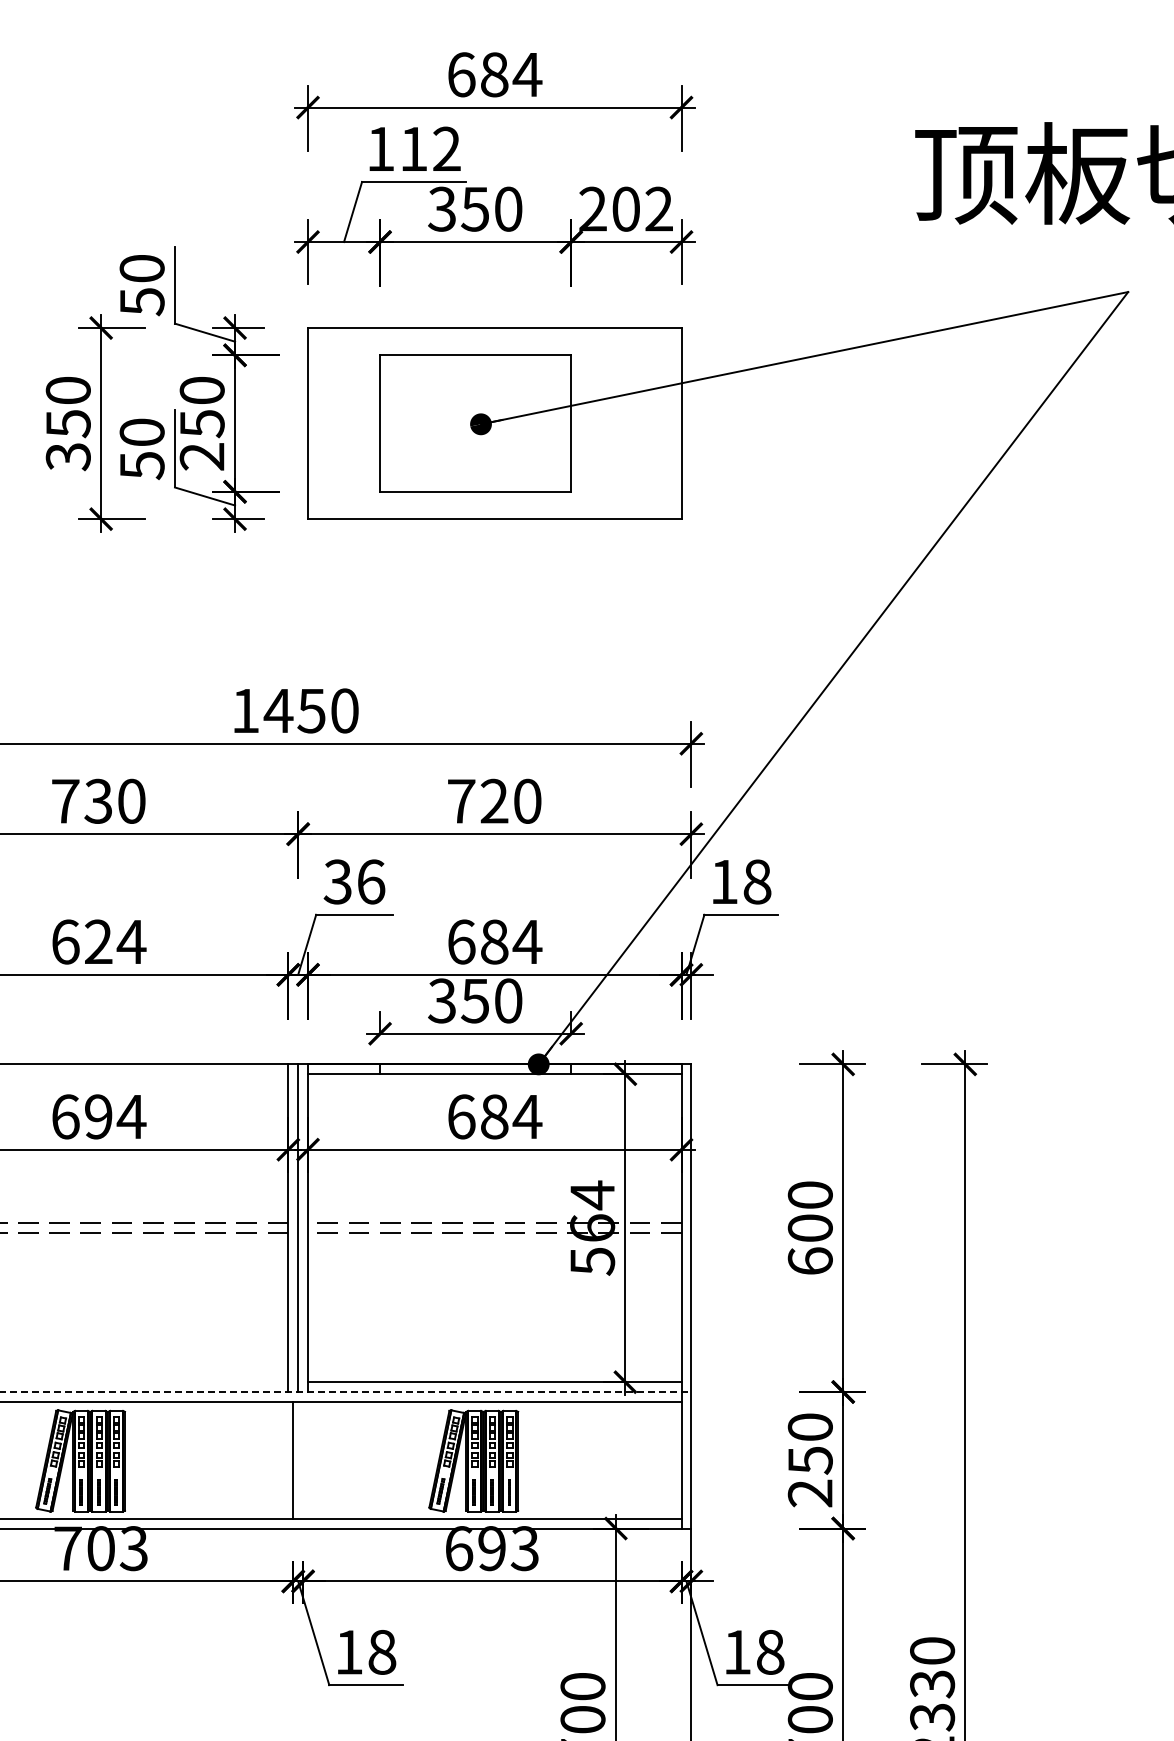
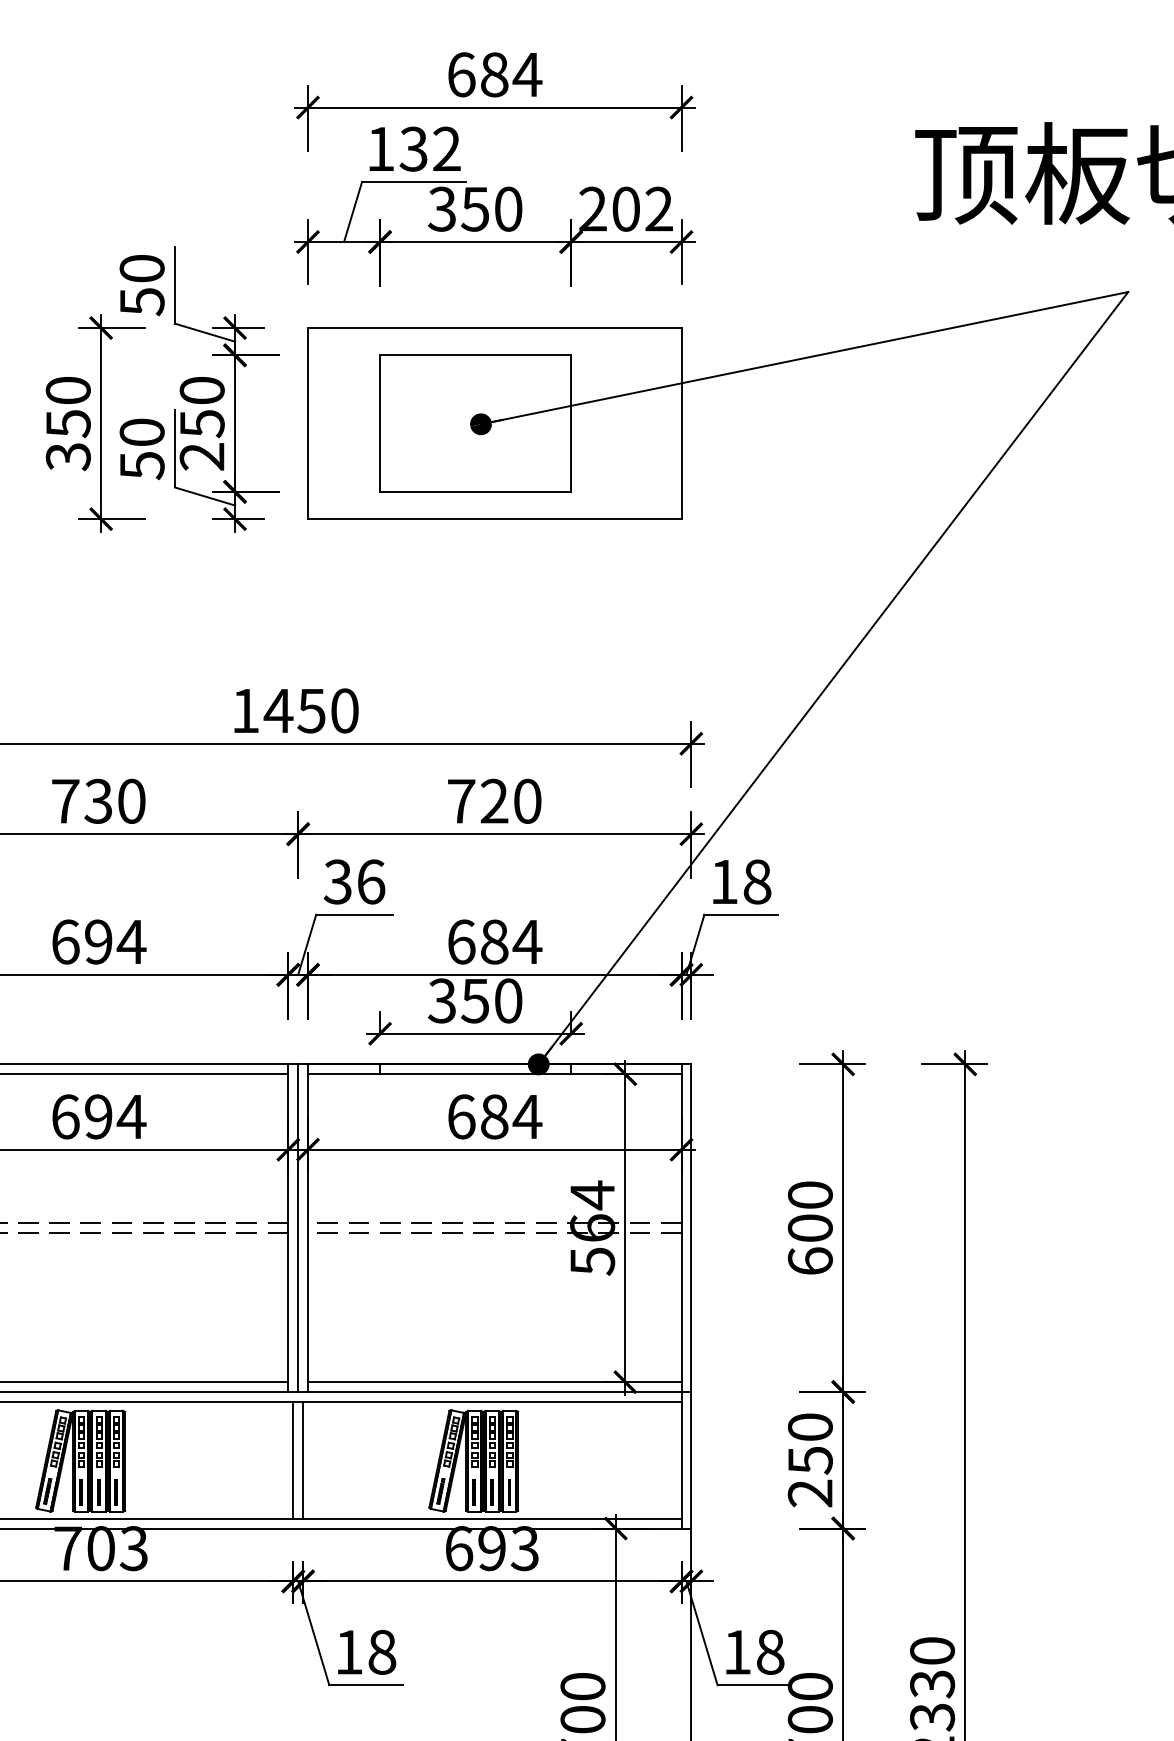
text at (413, 148): 112 -> 132
text at (98, 942): 624 -> 694
line at (145, 1074): none -> present
line at (145, 1382): none -> present
line at (346, 1392): dashed -> solid
line at (303, 1459): none -> present
